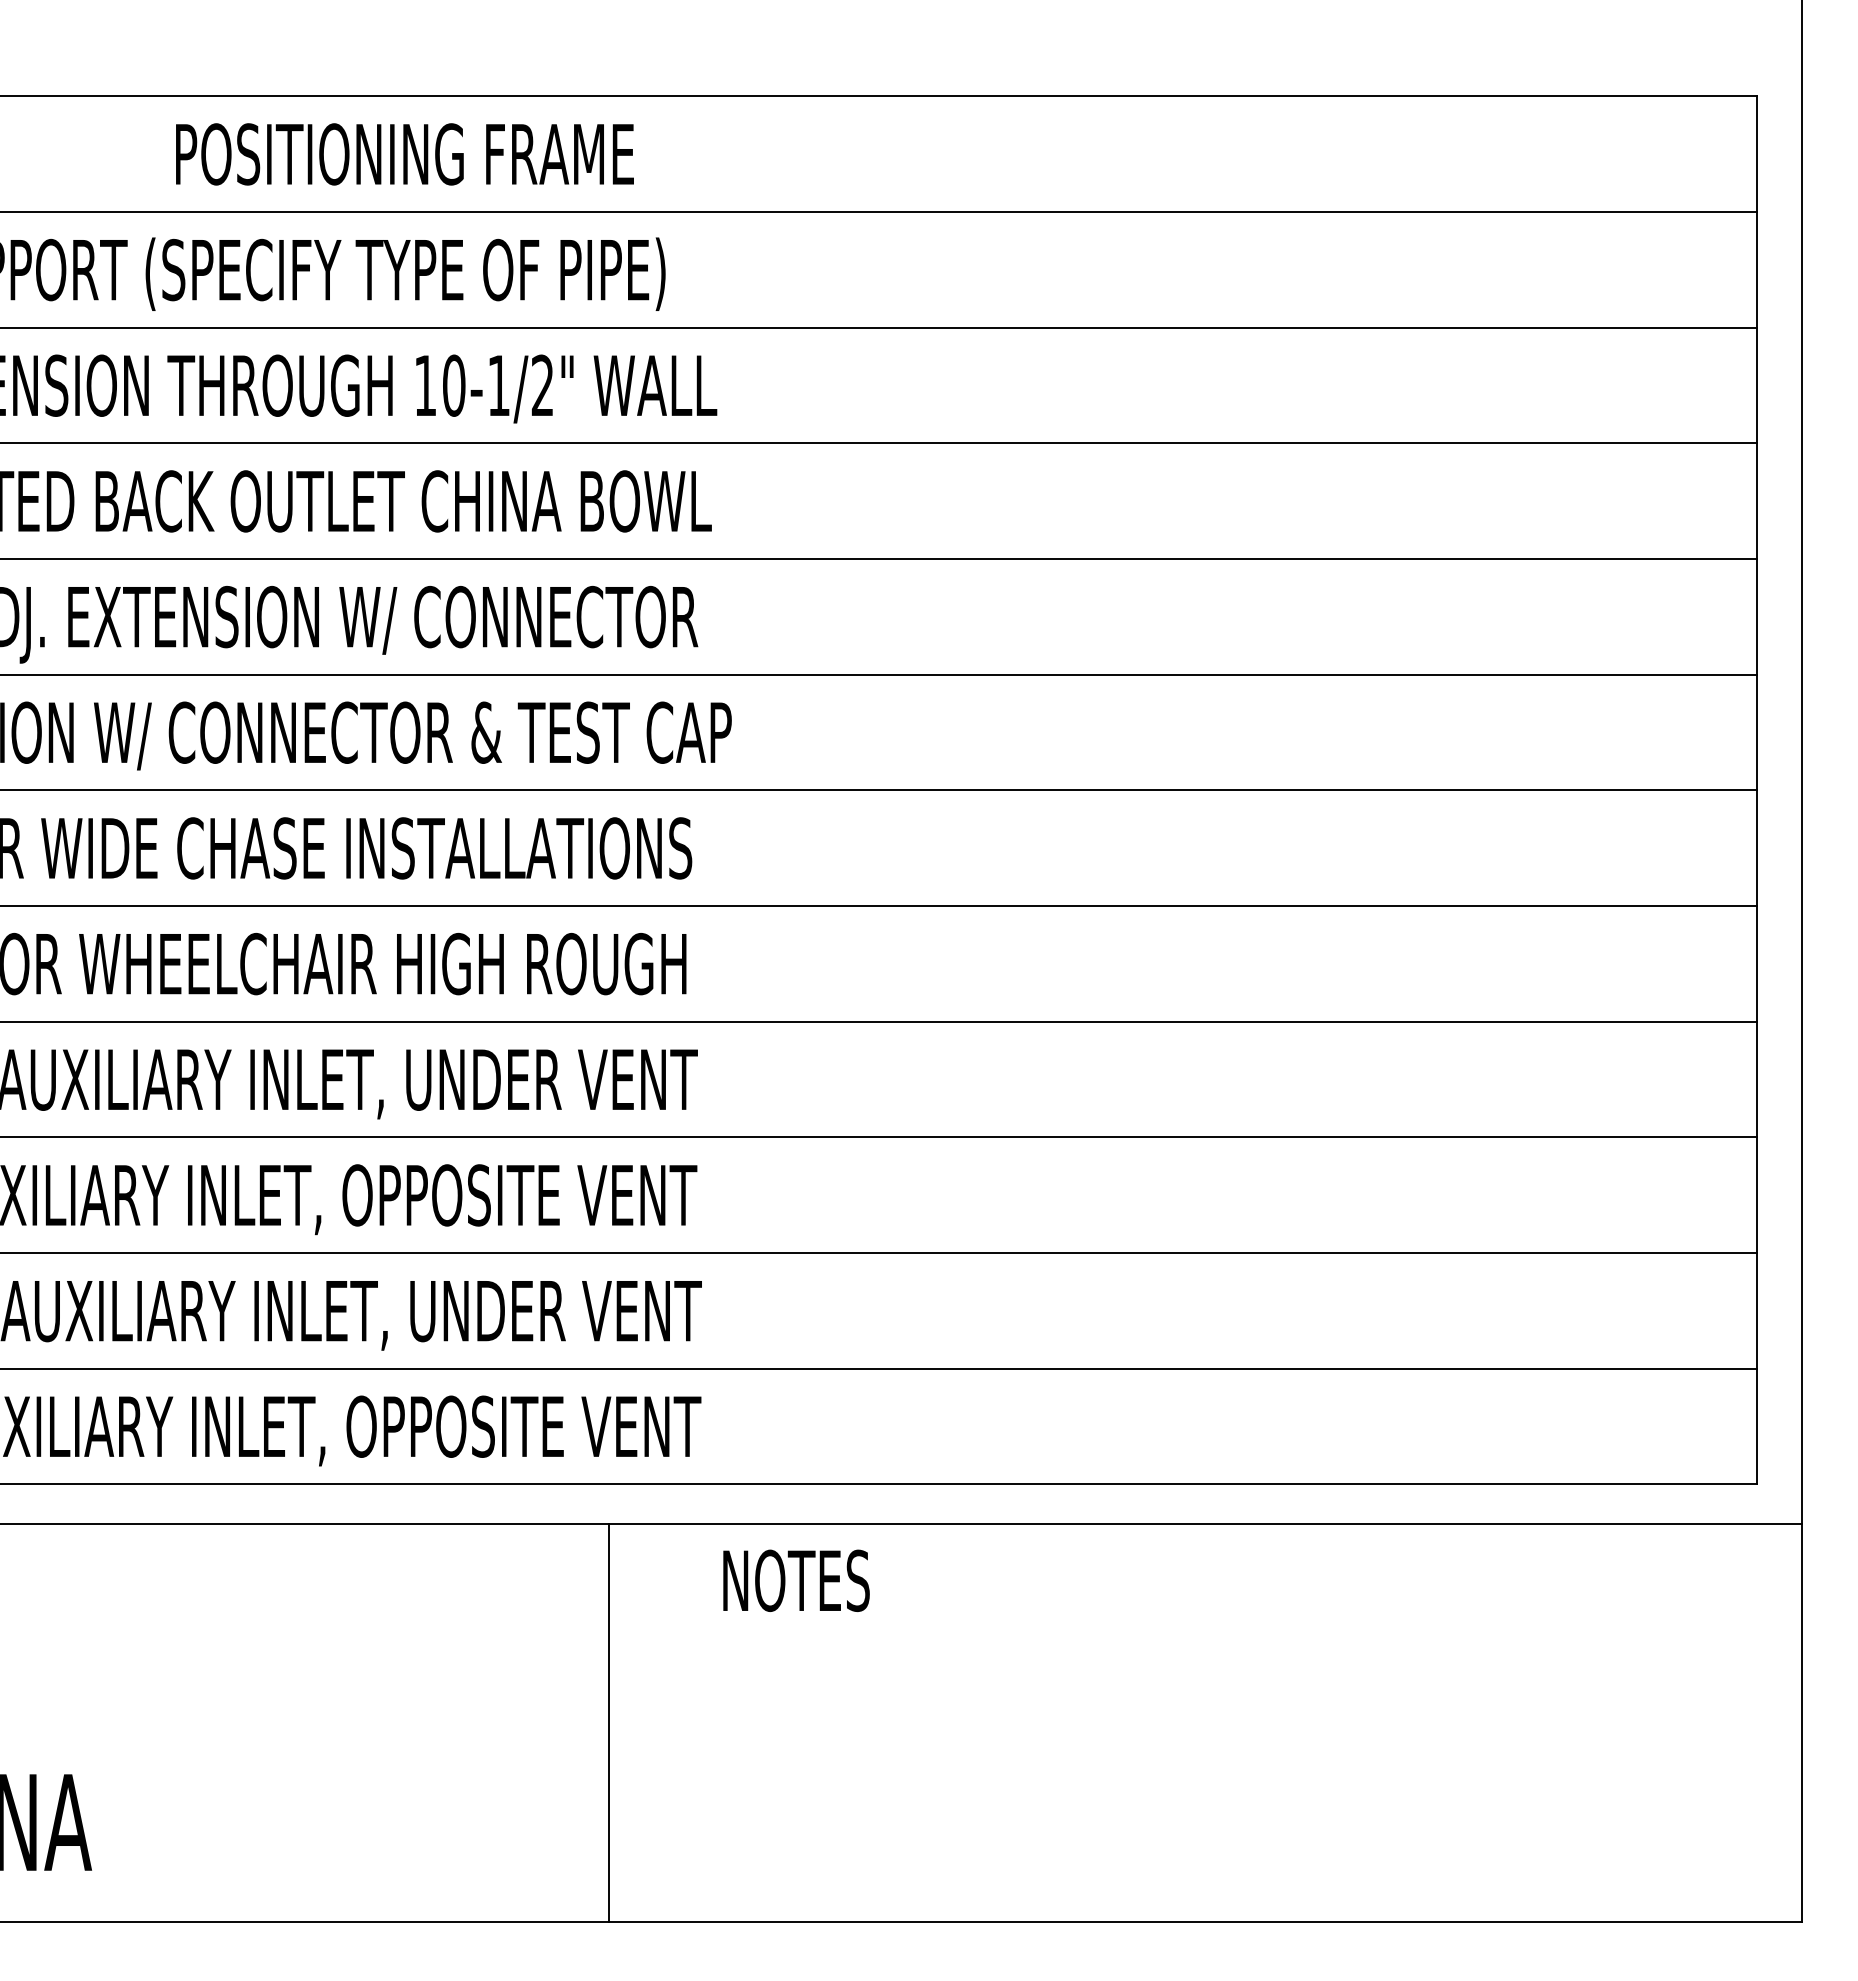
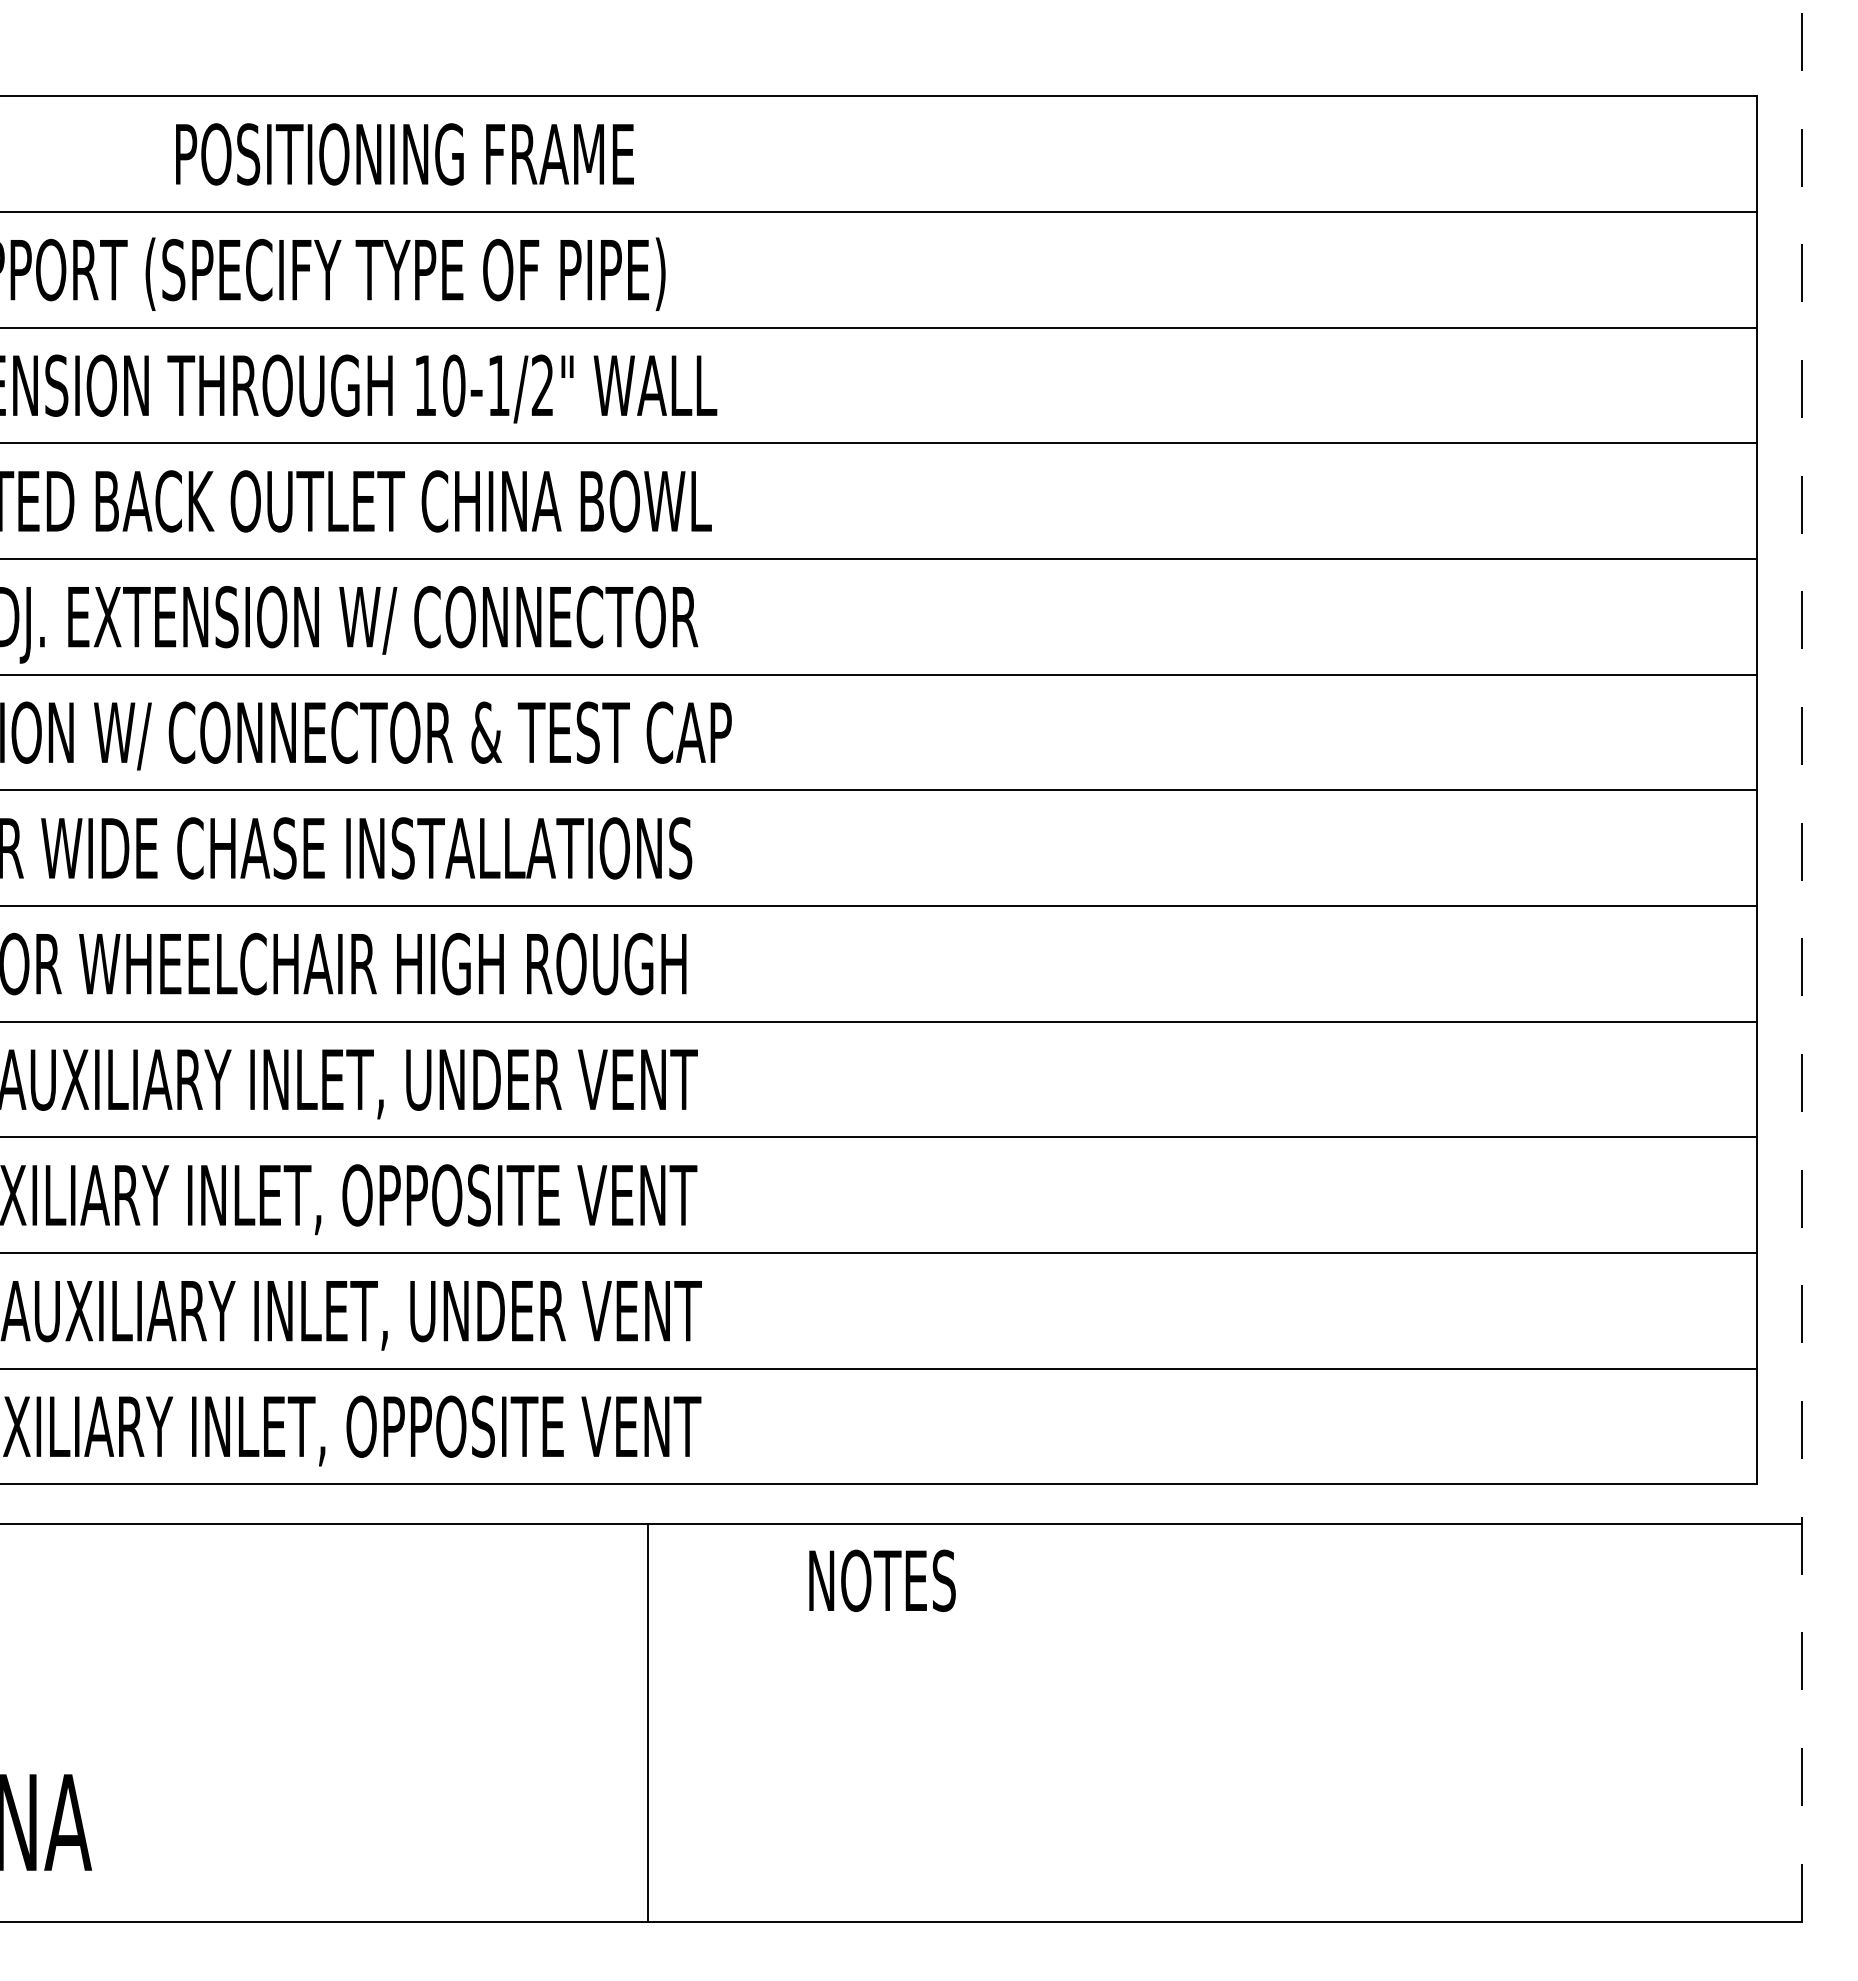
line at (1802, 961): solid -> dashed
text at (796, 1580) position: (796, 1580) -> (882, 1580)
line at (609, 1722) position: (609, 1722) -> (648, 1722)
